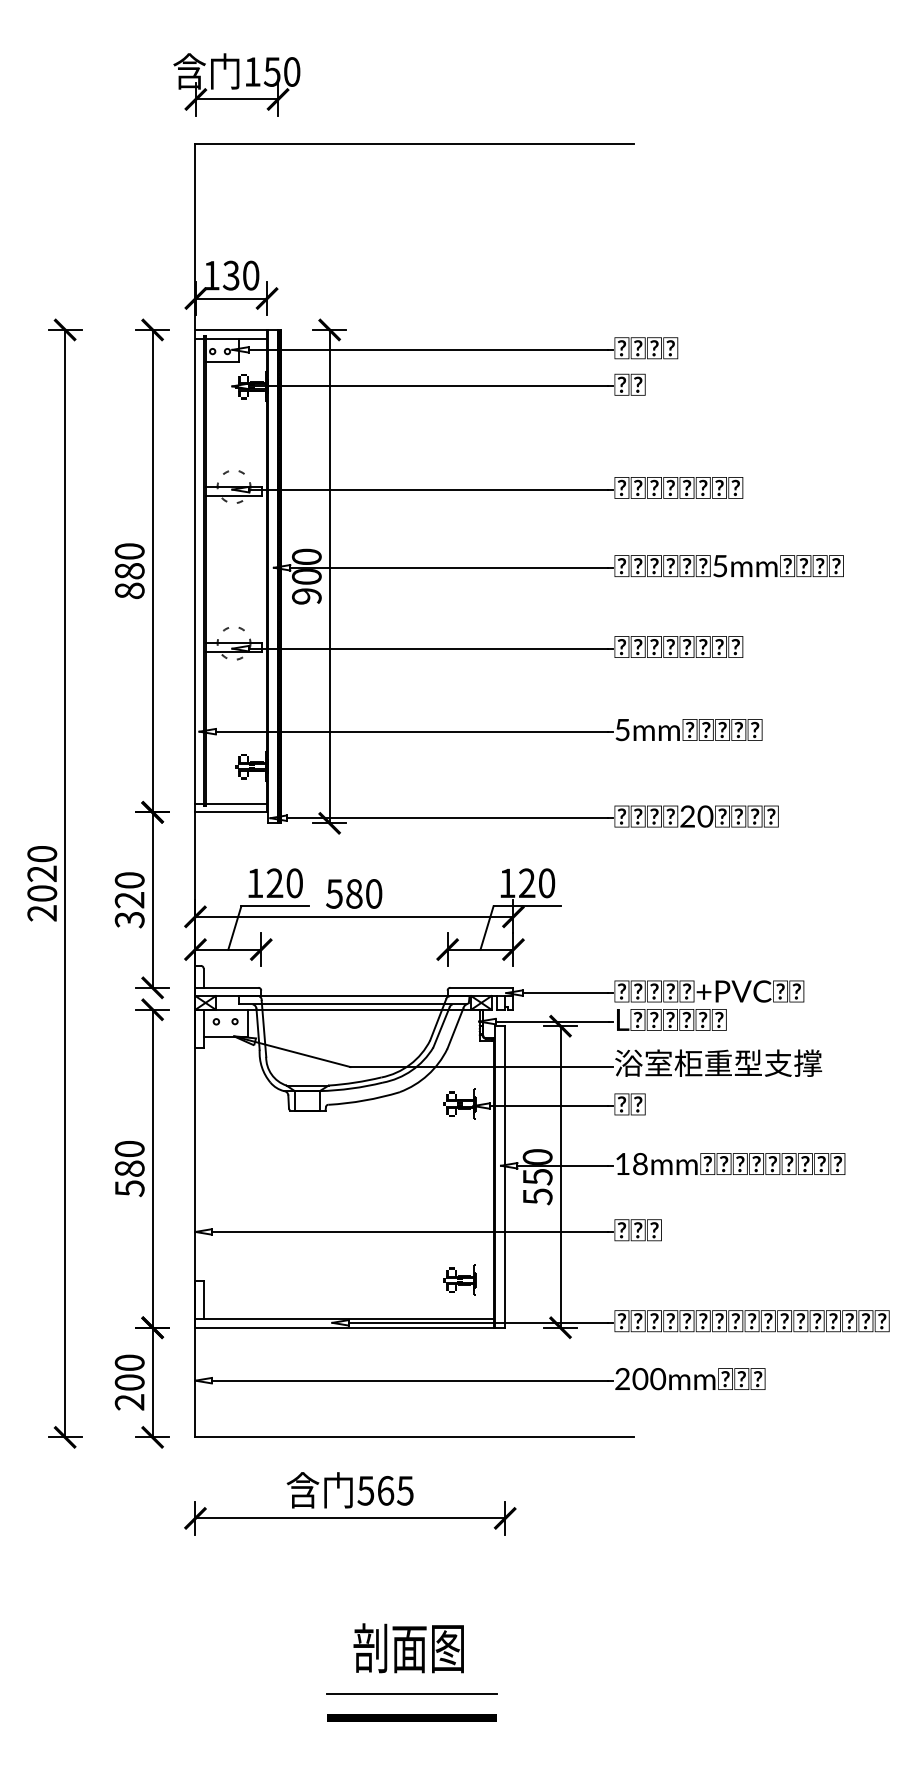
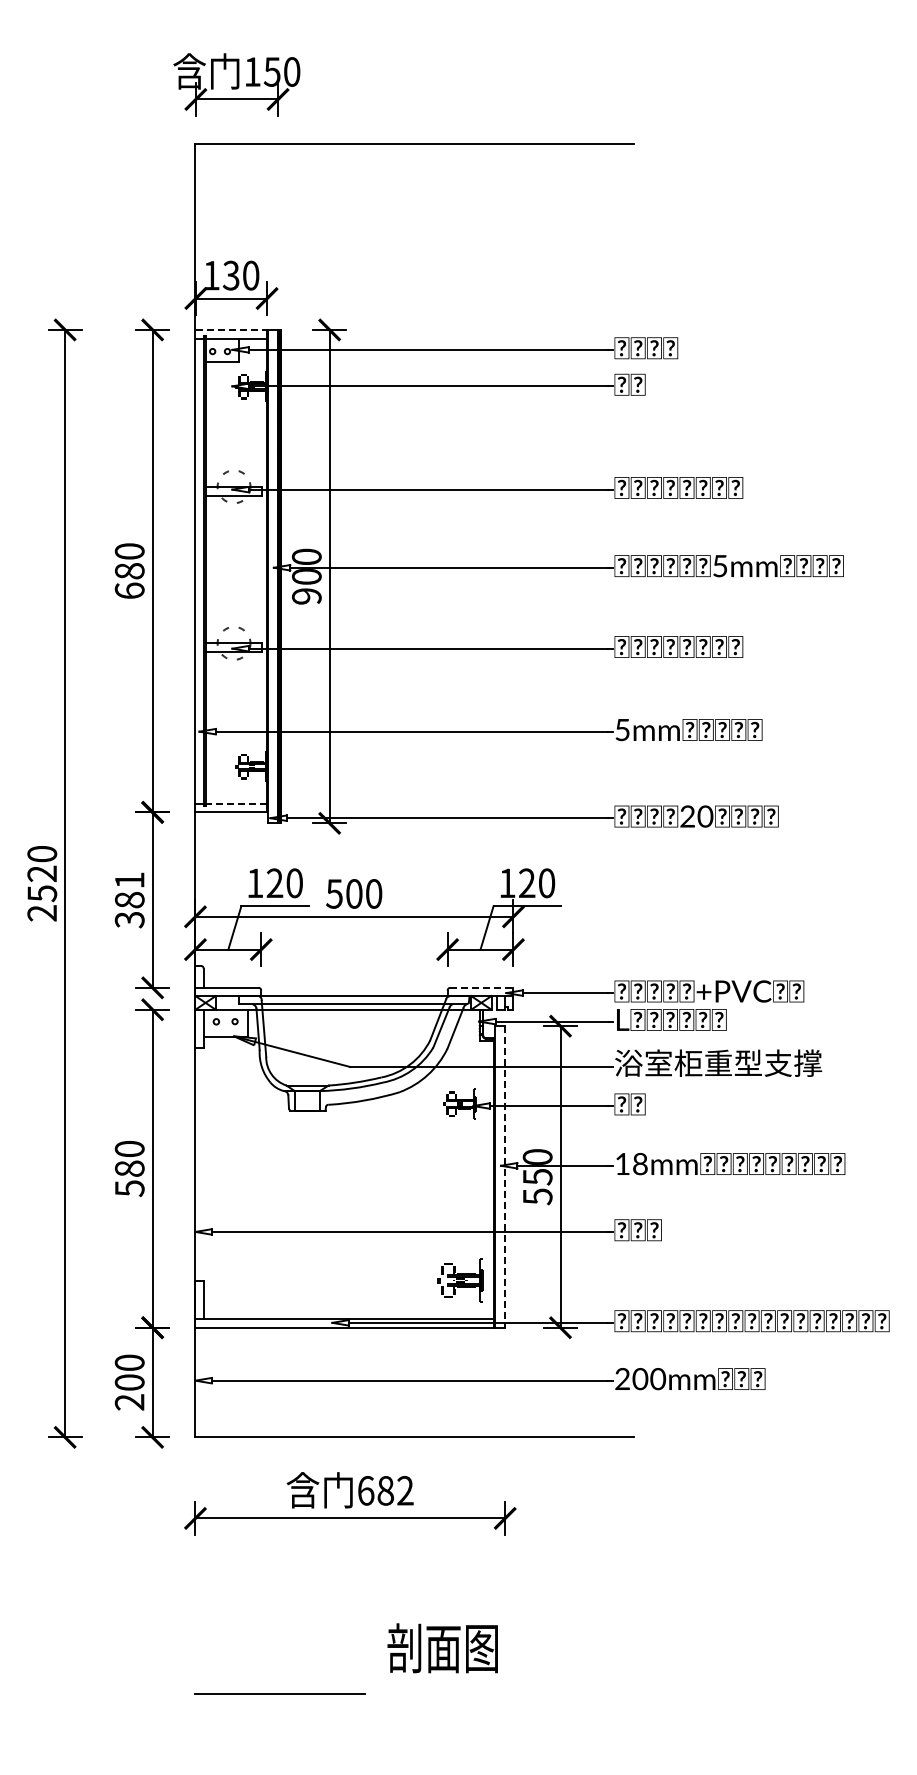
line at (231, 329): solid -> dashed
text at (129, 590): 880 -> 680
line at (236, 803): solid -> dashed
text at (129, 890): 320 -> 381
text at (42, 893): 2020 -> 2520
text at (354, 893): 580 -> 500
line at (481, 987): solid -> dashed
line at (505, 1176): solid -> dashed
part at (459, 1279) size: 34x32 px -> 47x45 px
text at (385, 1490): 565 -> 682
text at (408, 1648) position: (408, 1648) -> (442, 1648)
line at (411, 1693) position: (411, 1693) -> (279, 1693)
line at (411, 1717): present -> none
